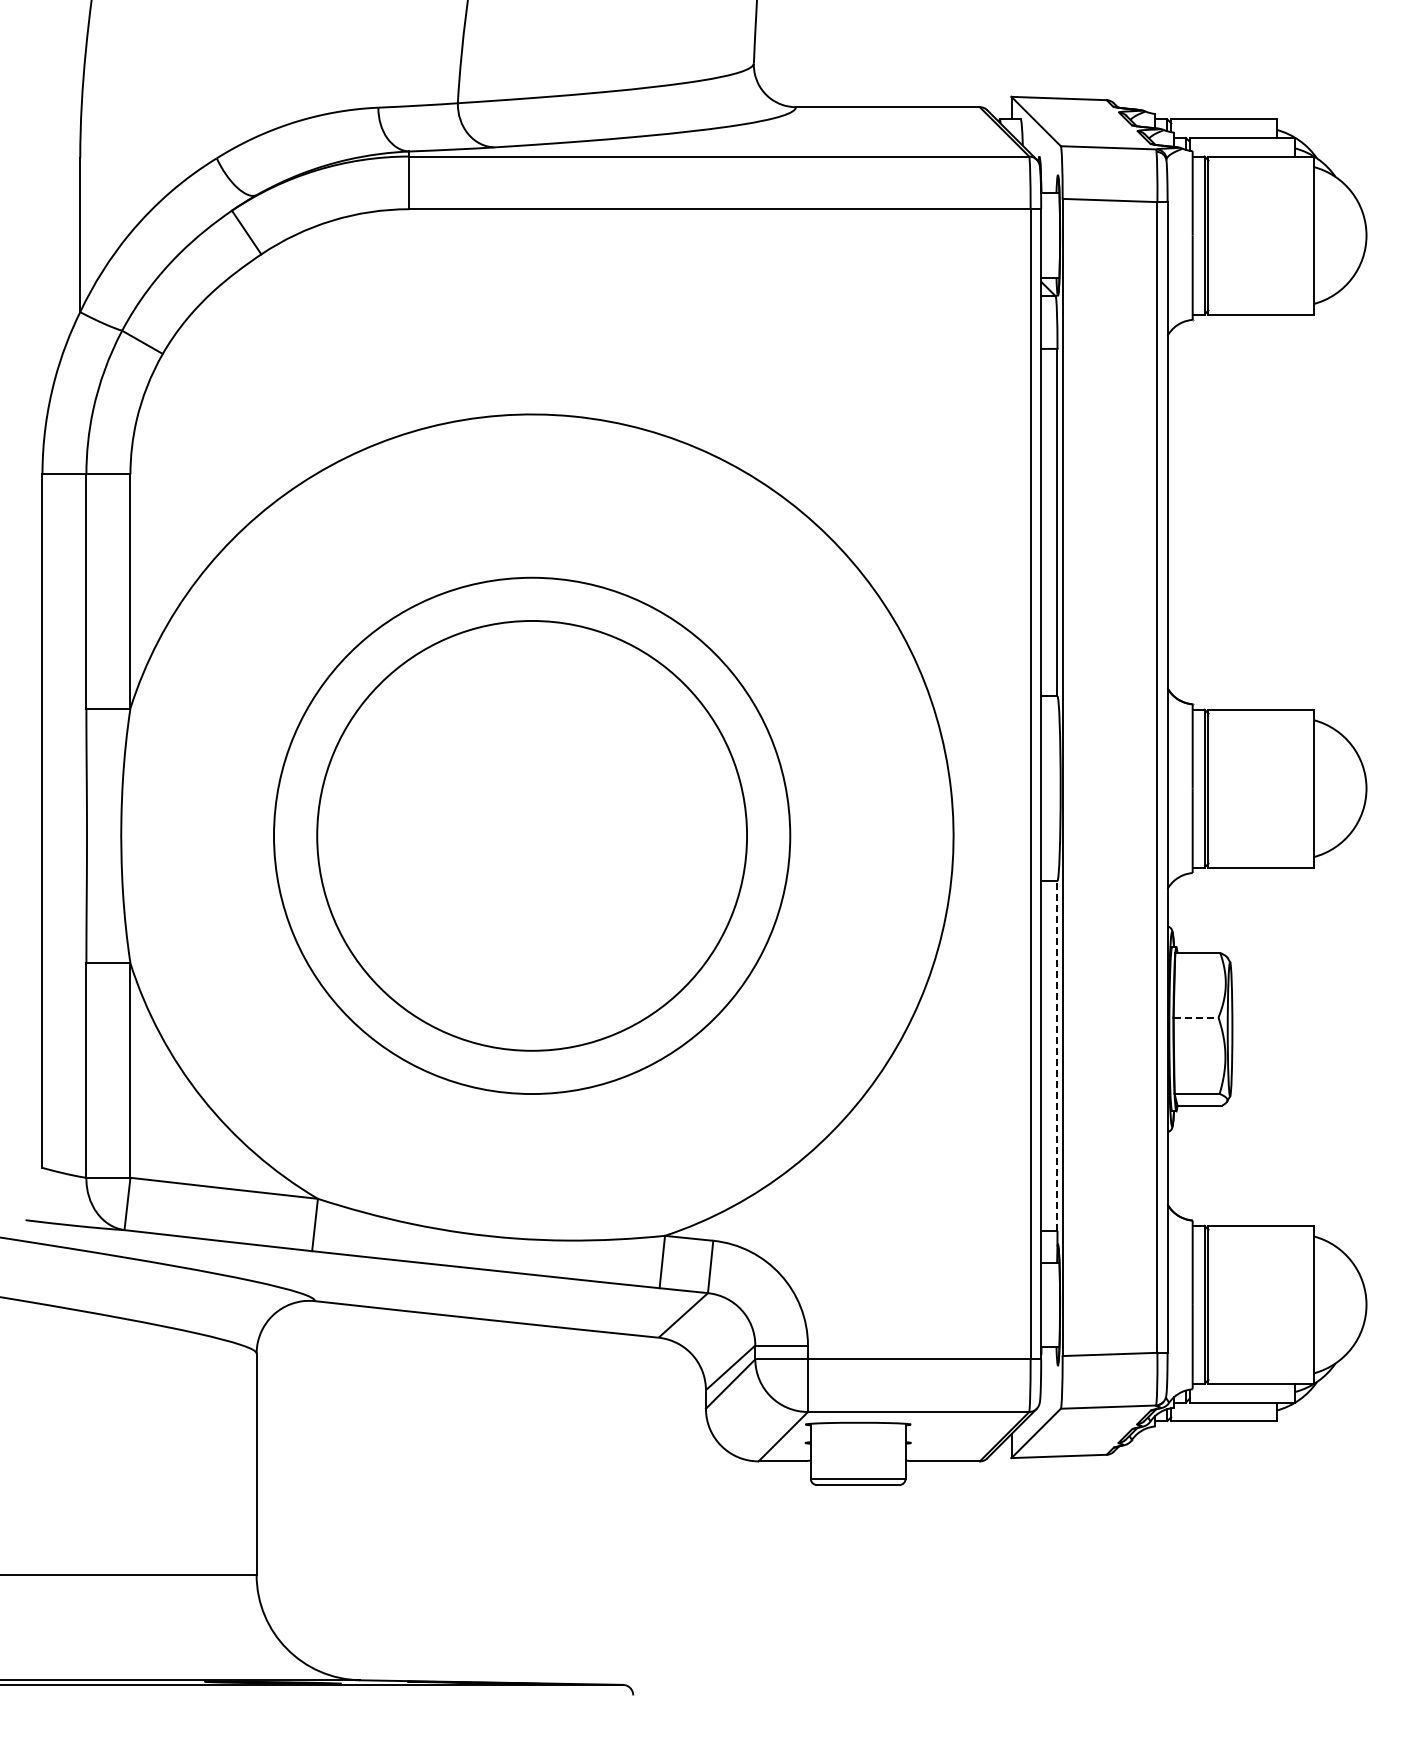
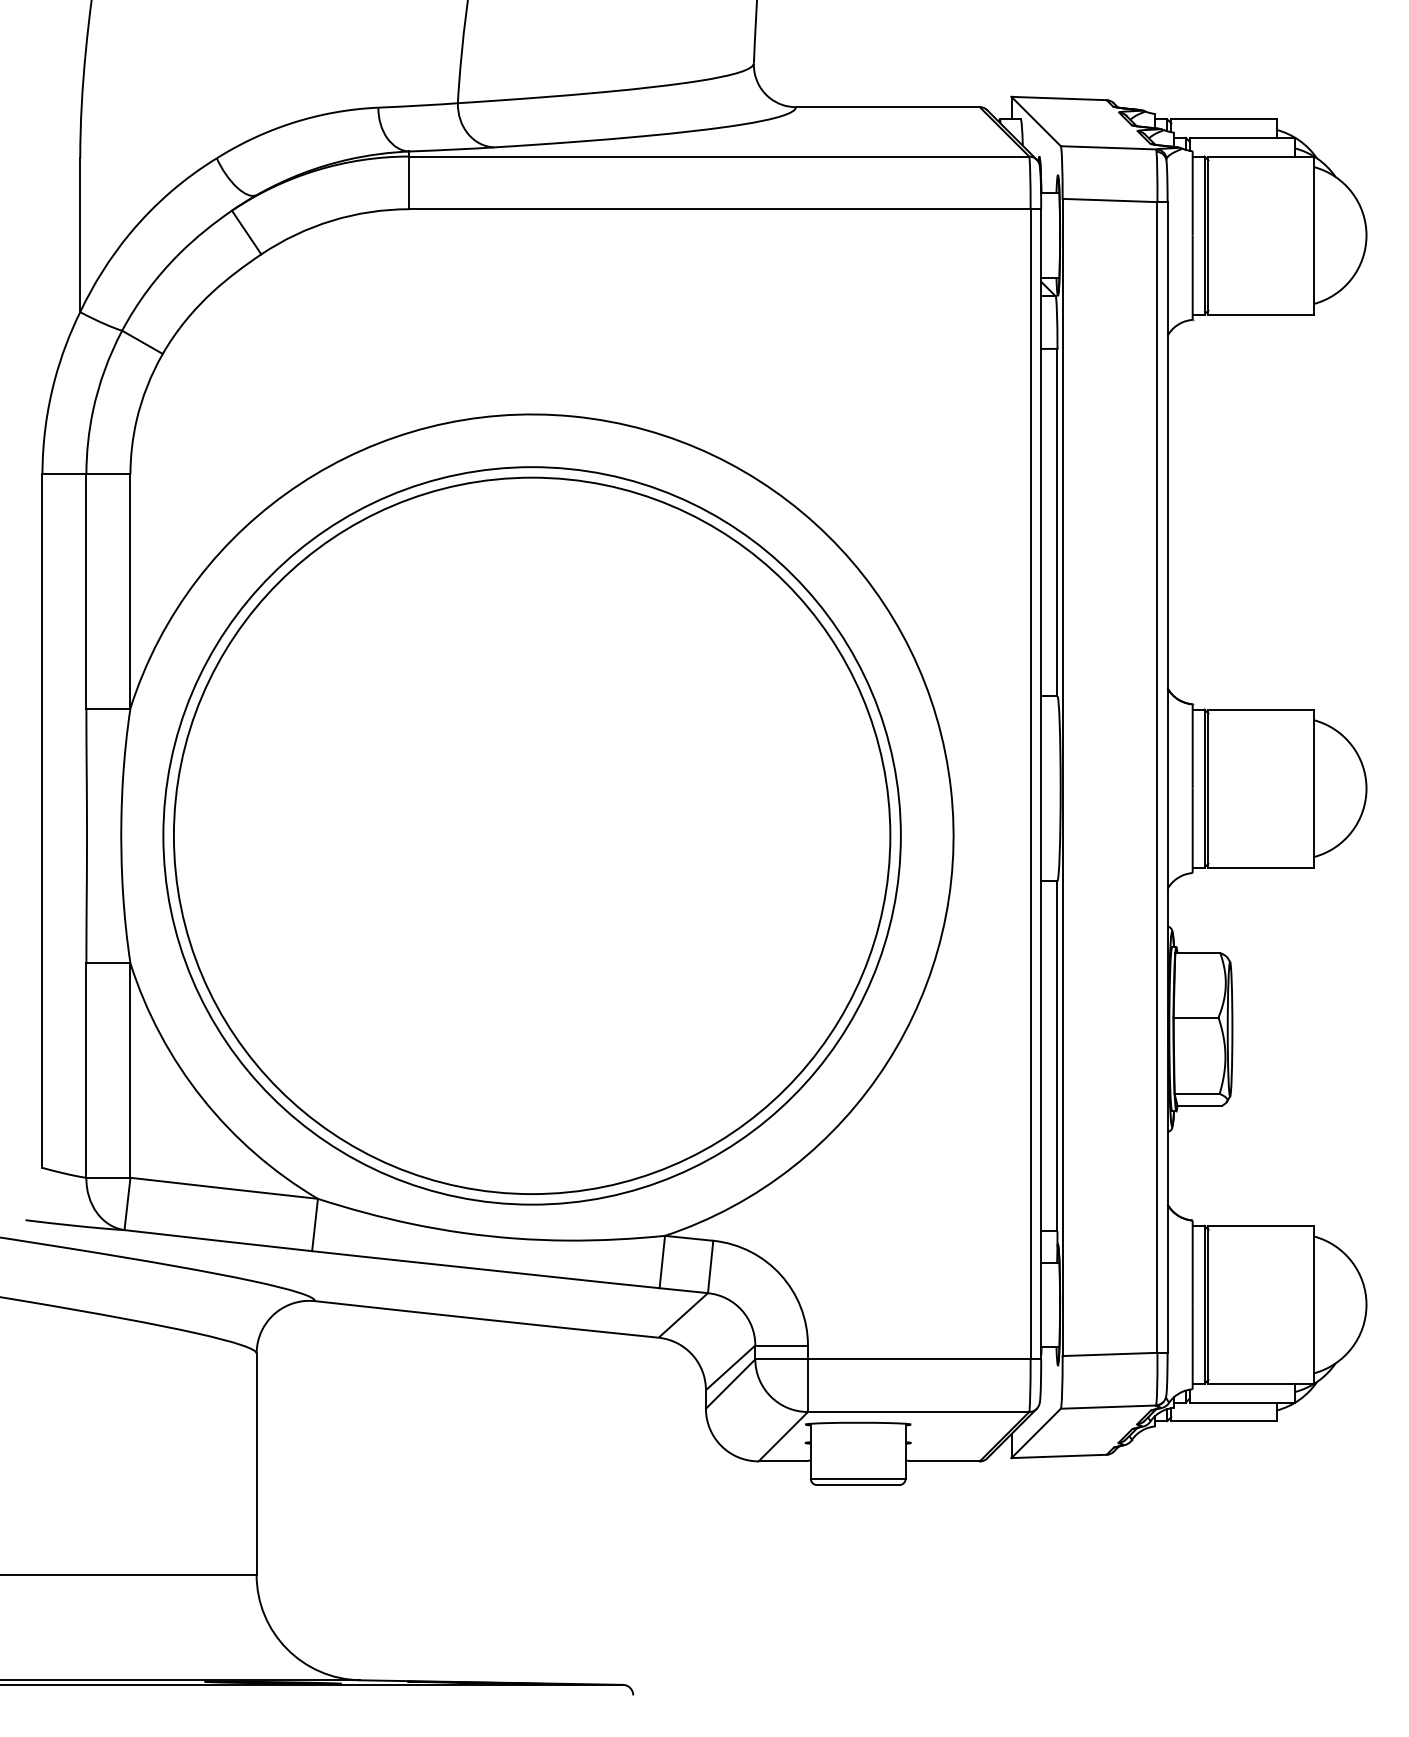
circle at (532, 835) diameter: 430 px -> 716 px
circle at (532, 835) diameter: 516 px -> 738 px
line at (1196, 1017): dashed -> solid
line at (1057, 1055): dashed -> solid
